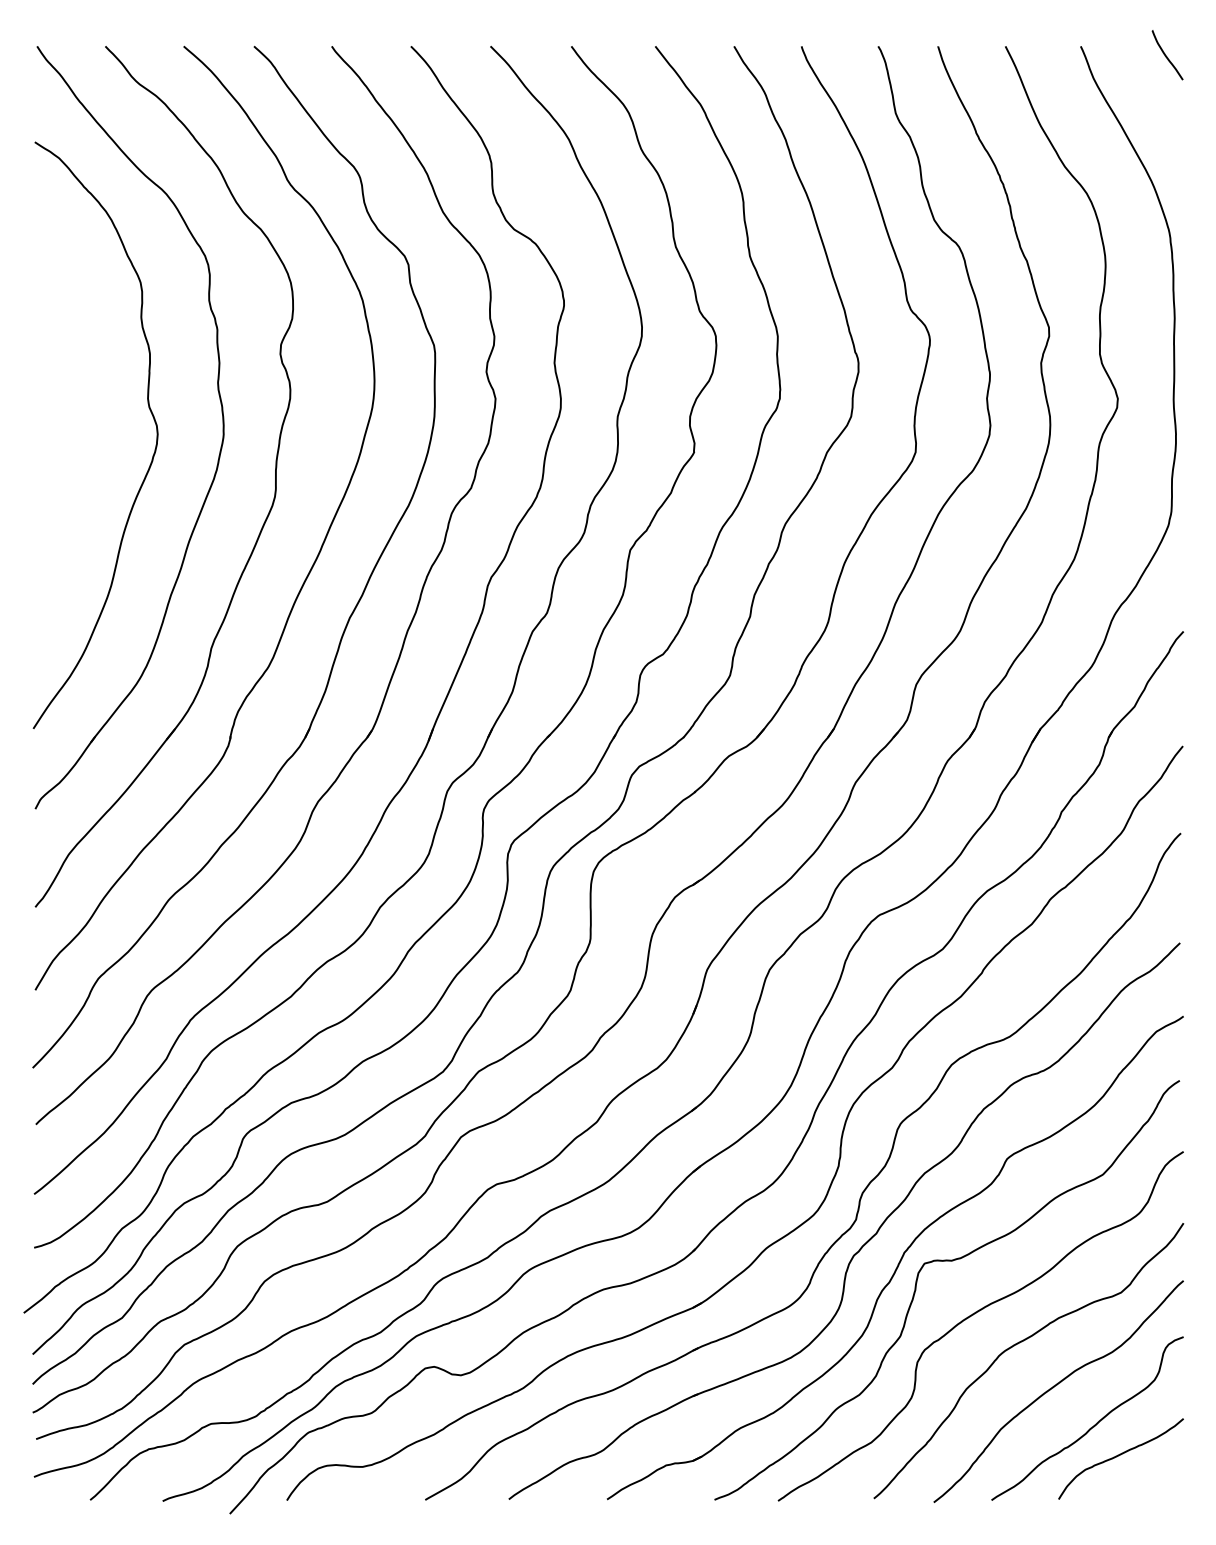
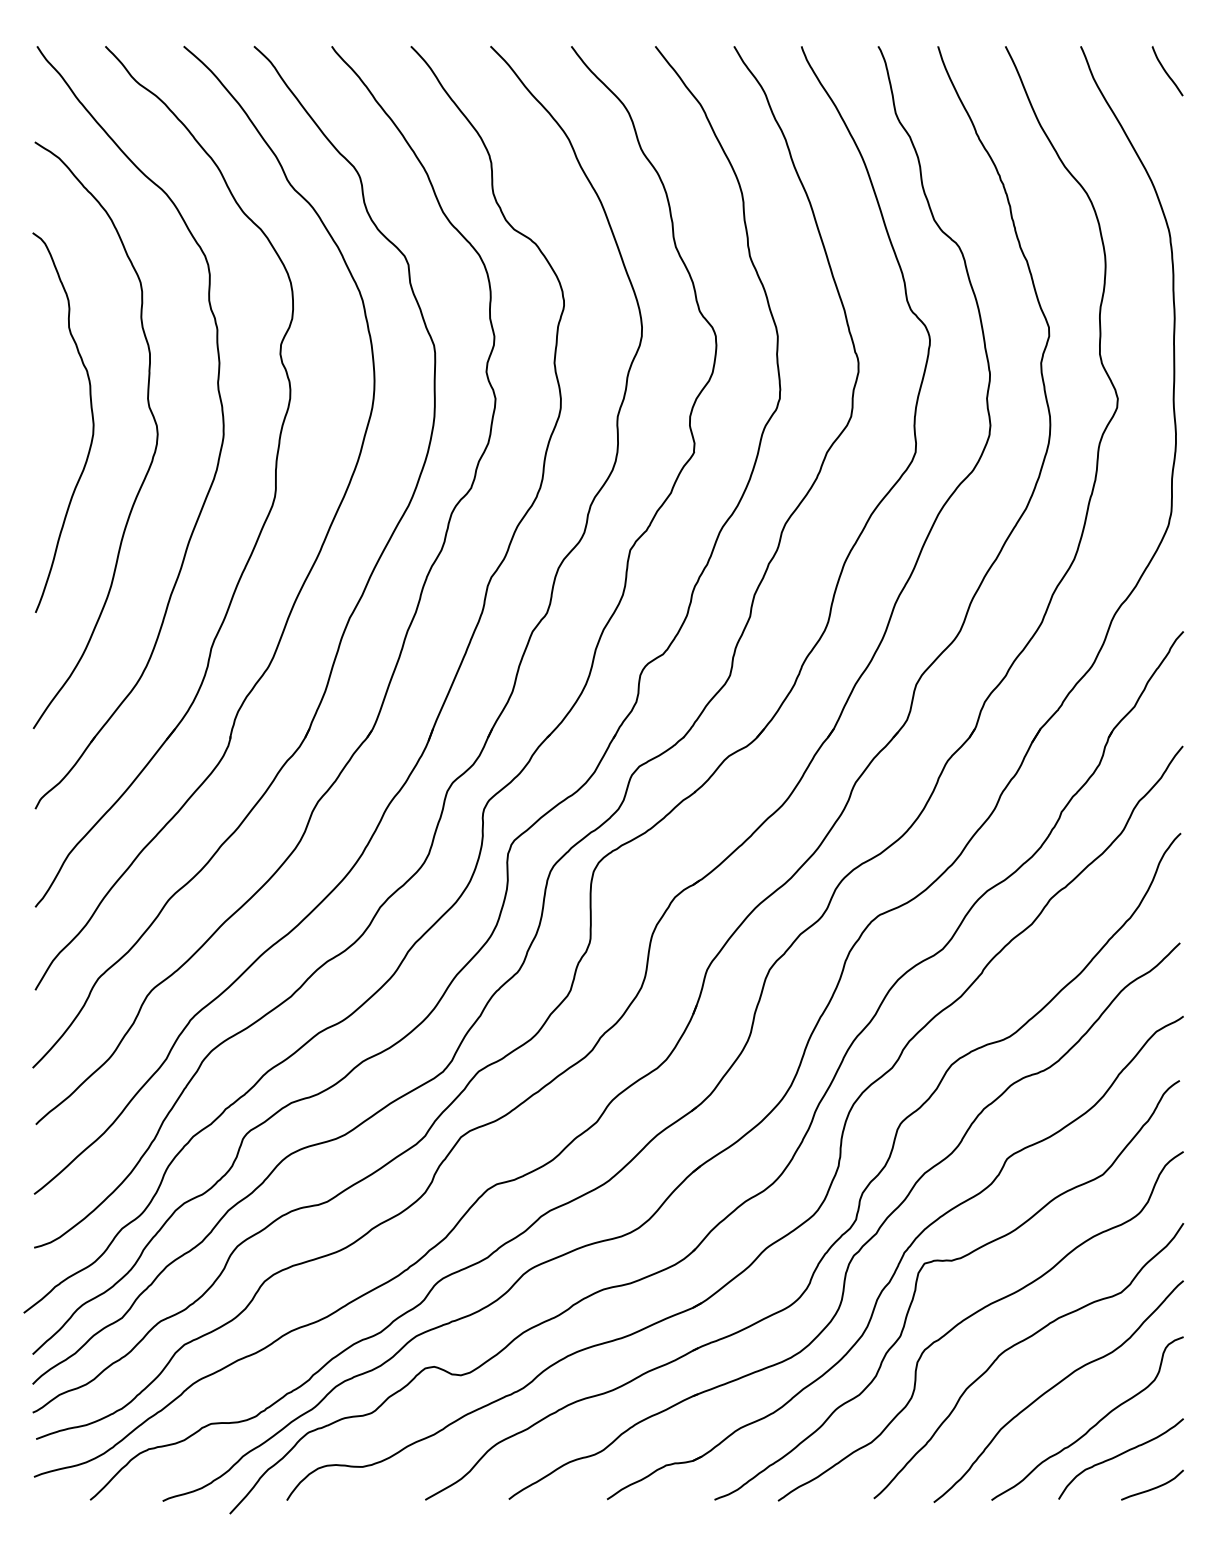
curve at (1166, 55) position: (1166, 55) -> (1166, 71)
curve at (91, 416): none -> present
curve at (1153, 1487): none -> present
